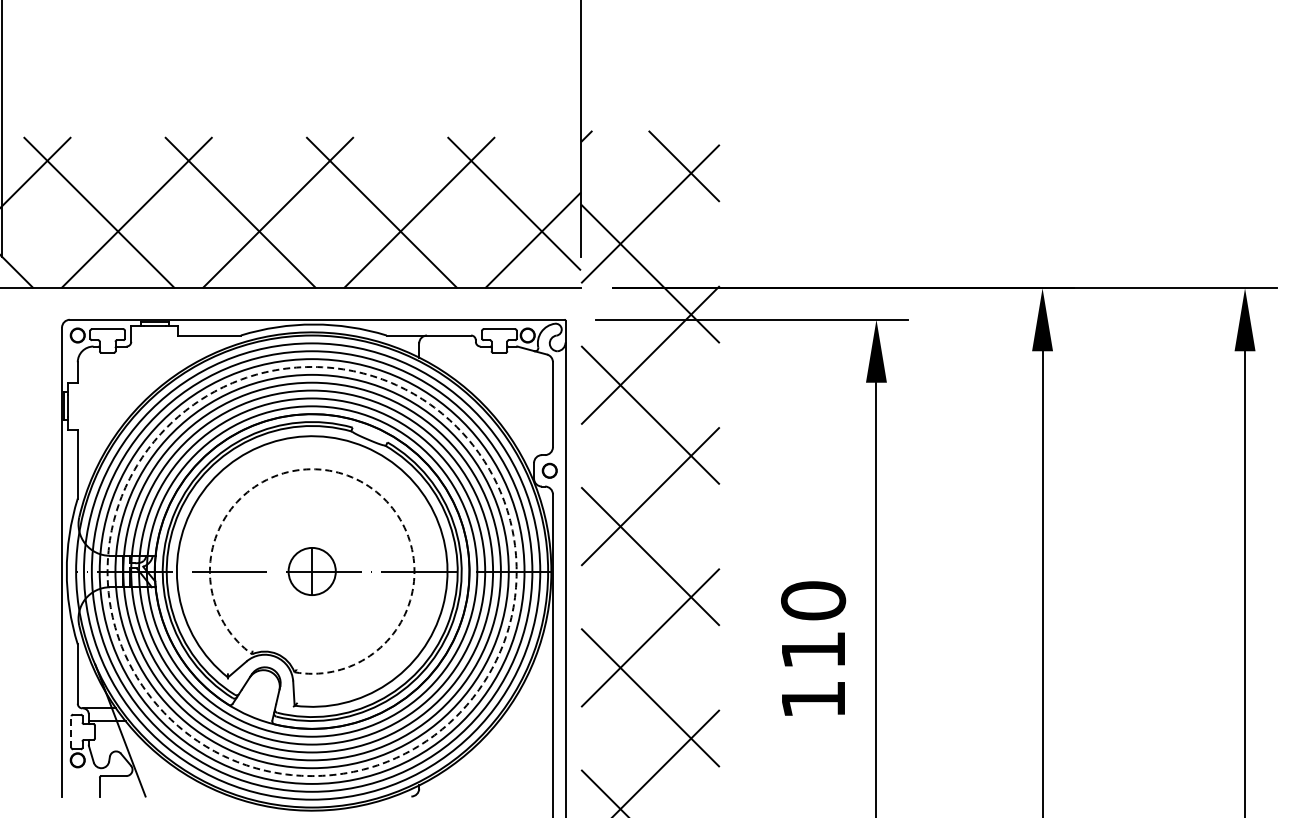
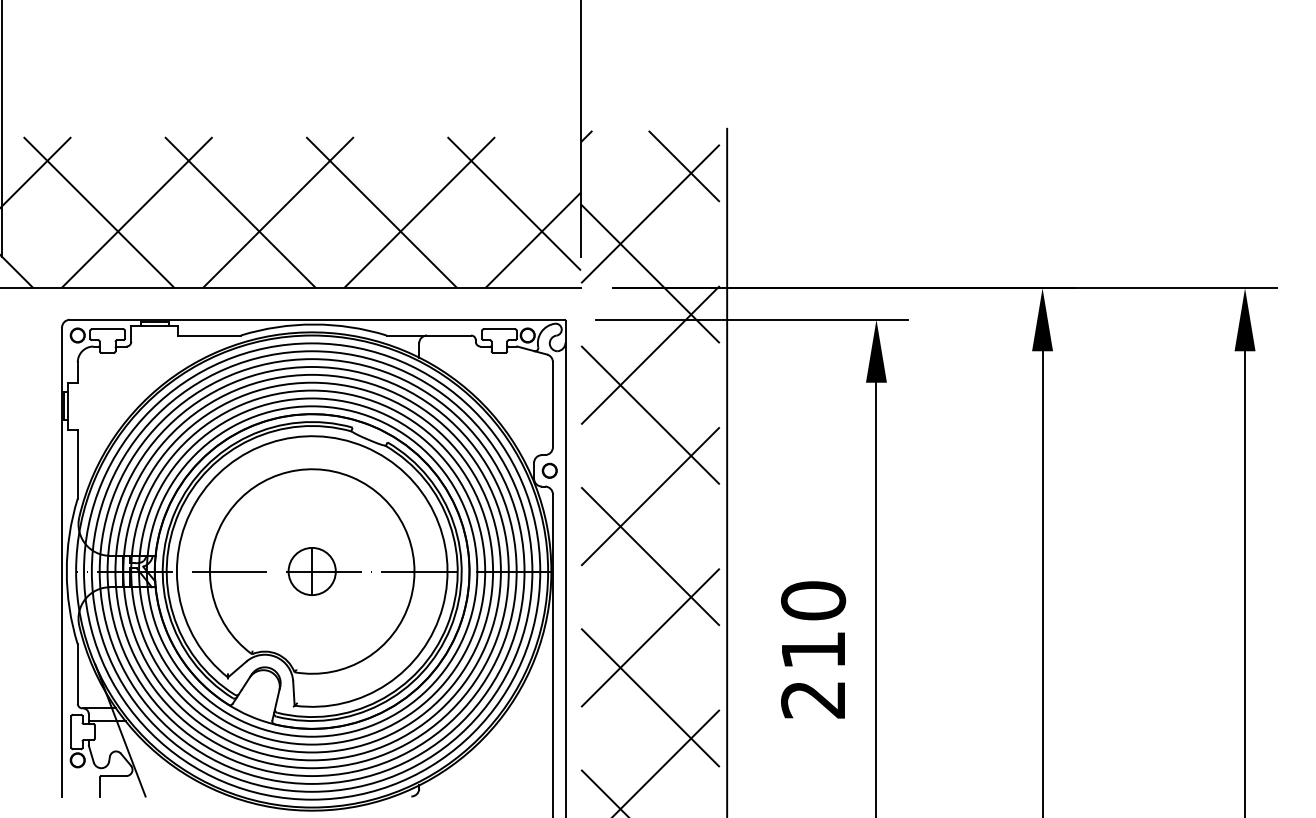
line at (727, 471): none -> present
arc at (352, 477): dashed -> solid
circle at (311, 571): dashed -> solid
text at (812, 700): 110 -> 210
line at (71, 732): dashed -> solid
